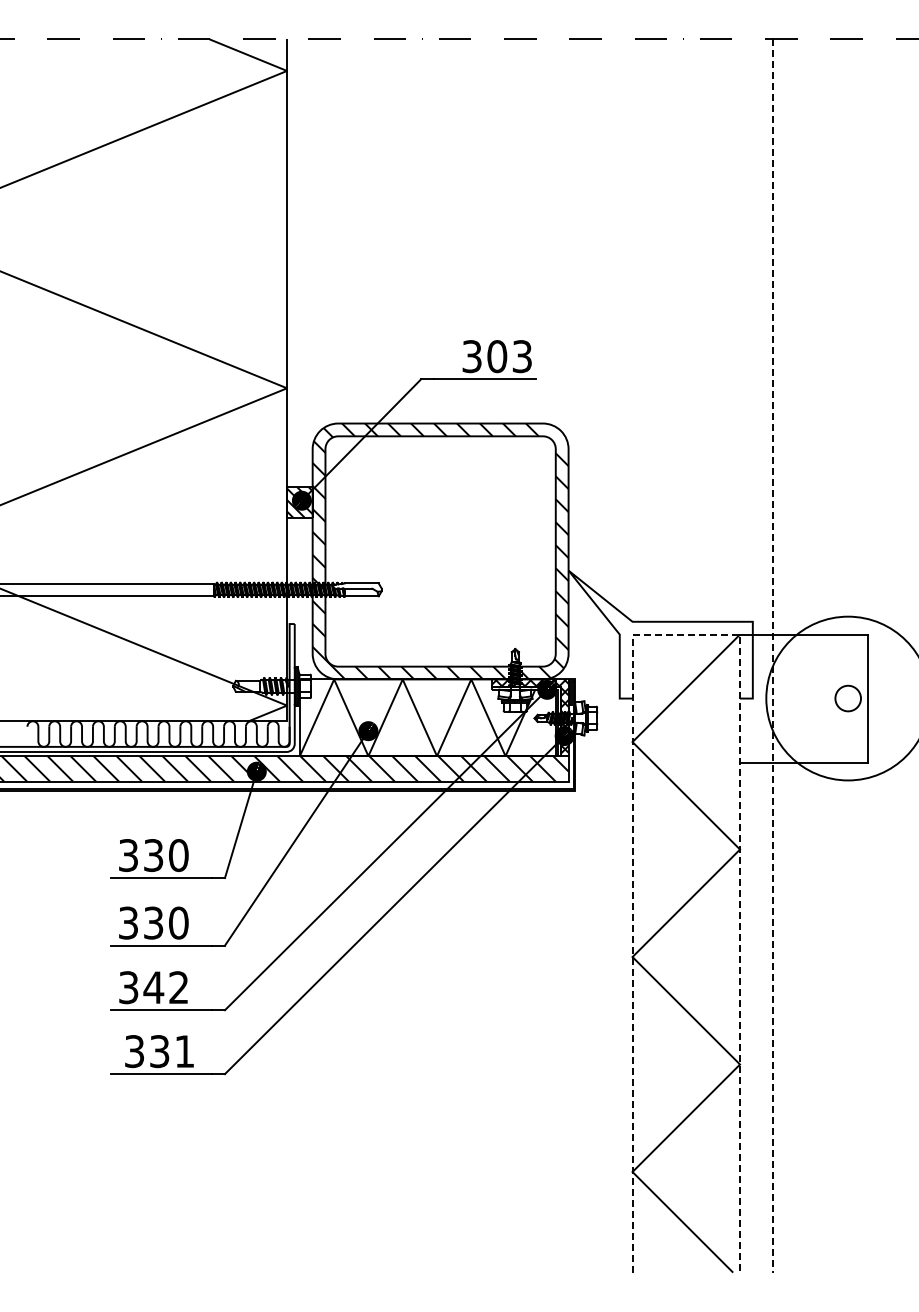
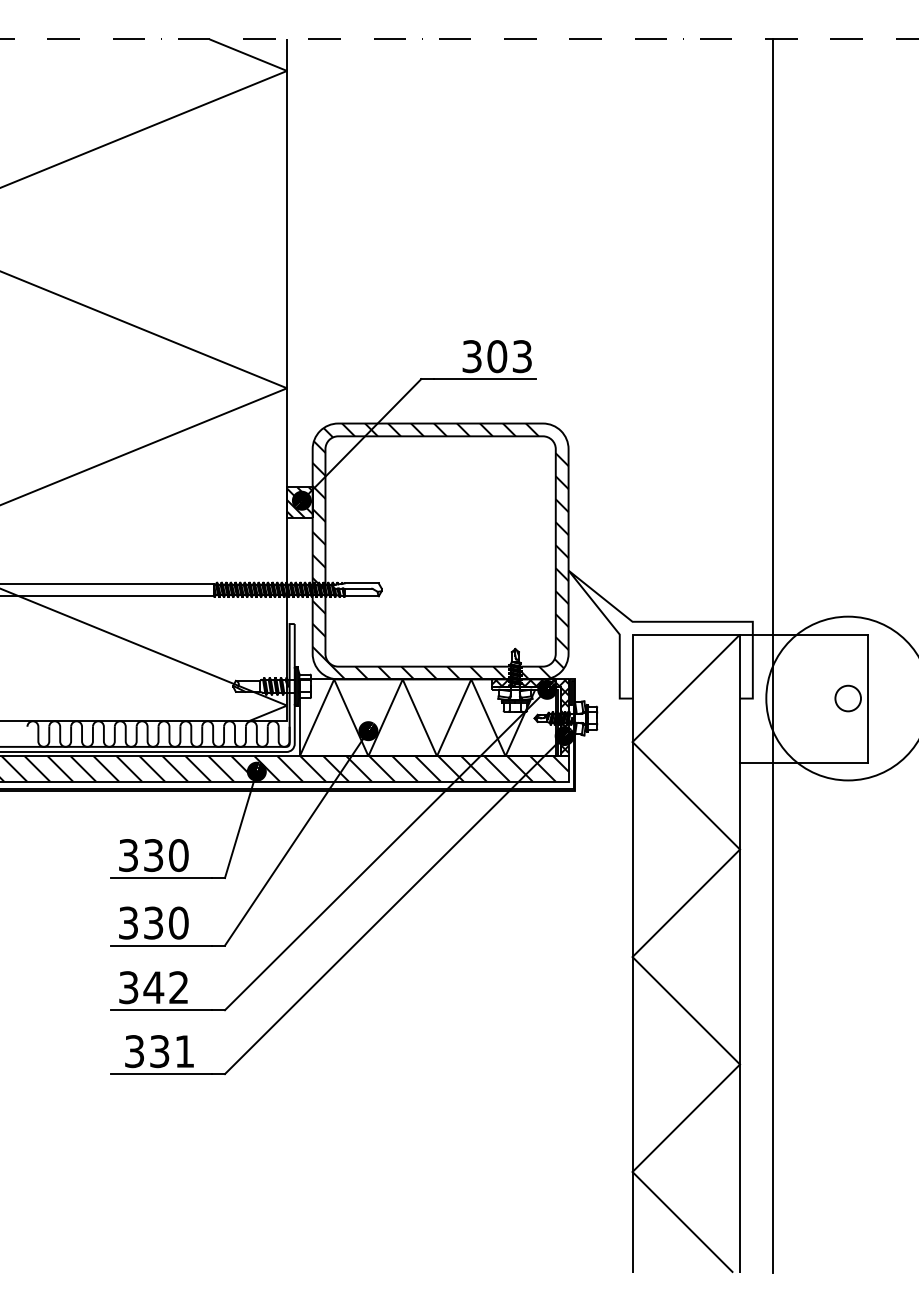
line at (686, 634): dashed -> solid
line at (773, 655): dashed -> solid
